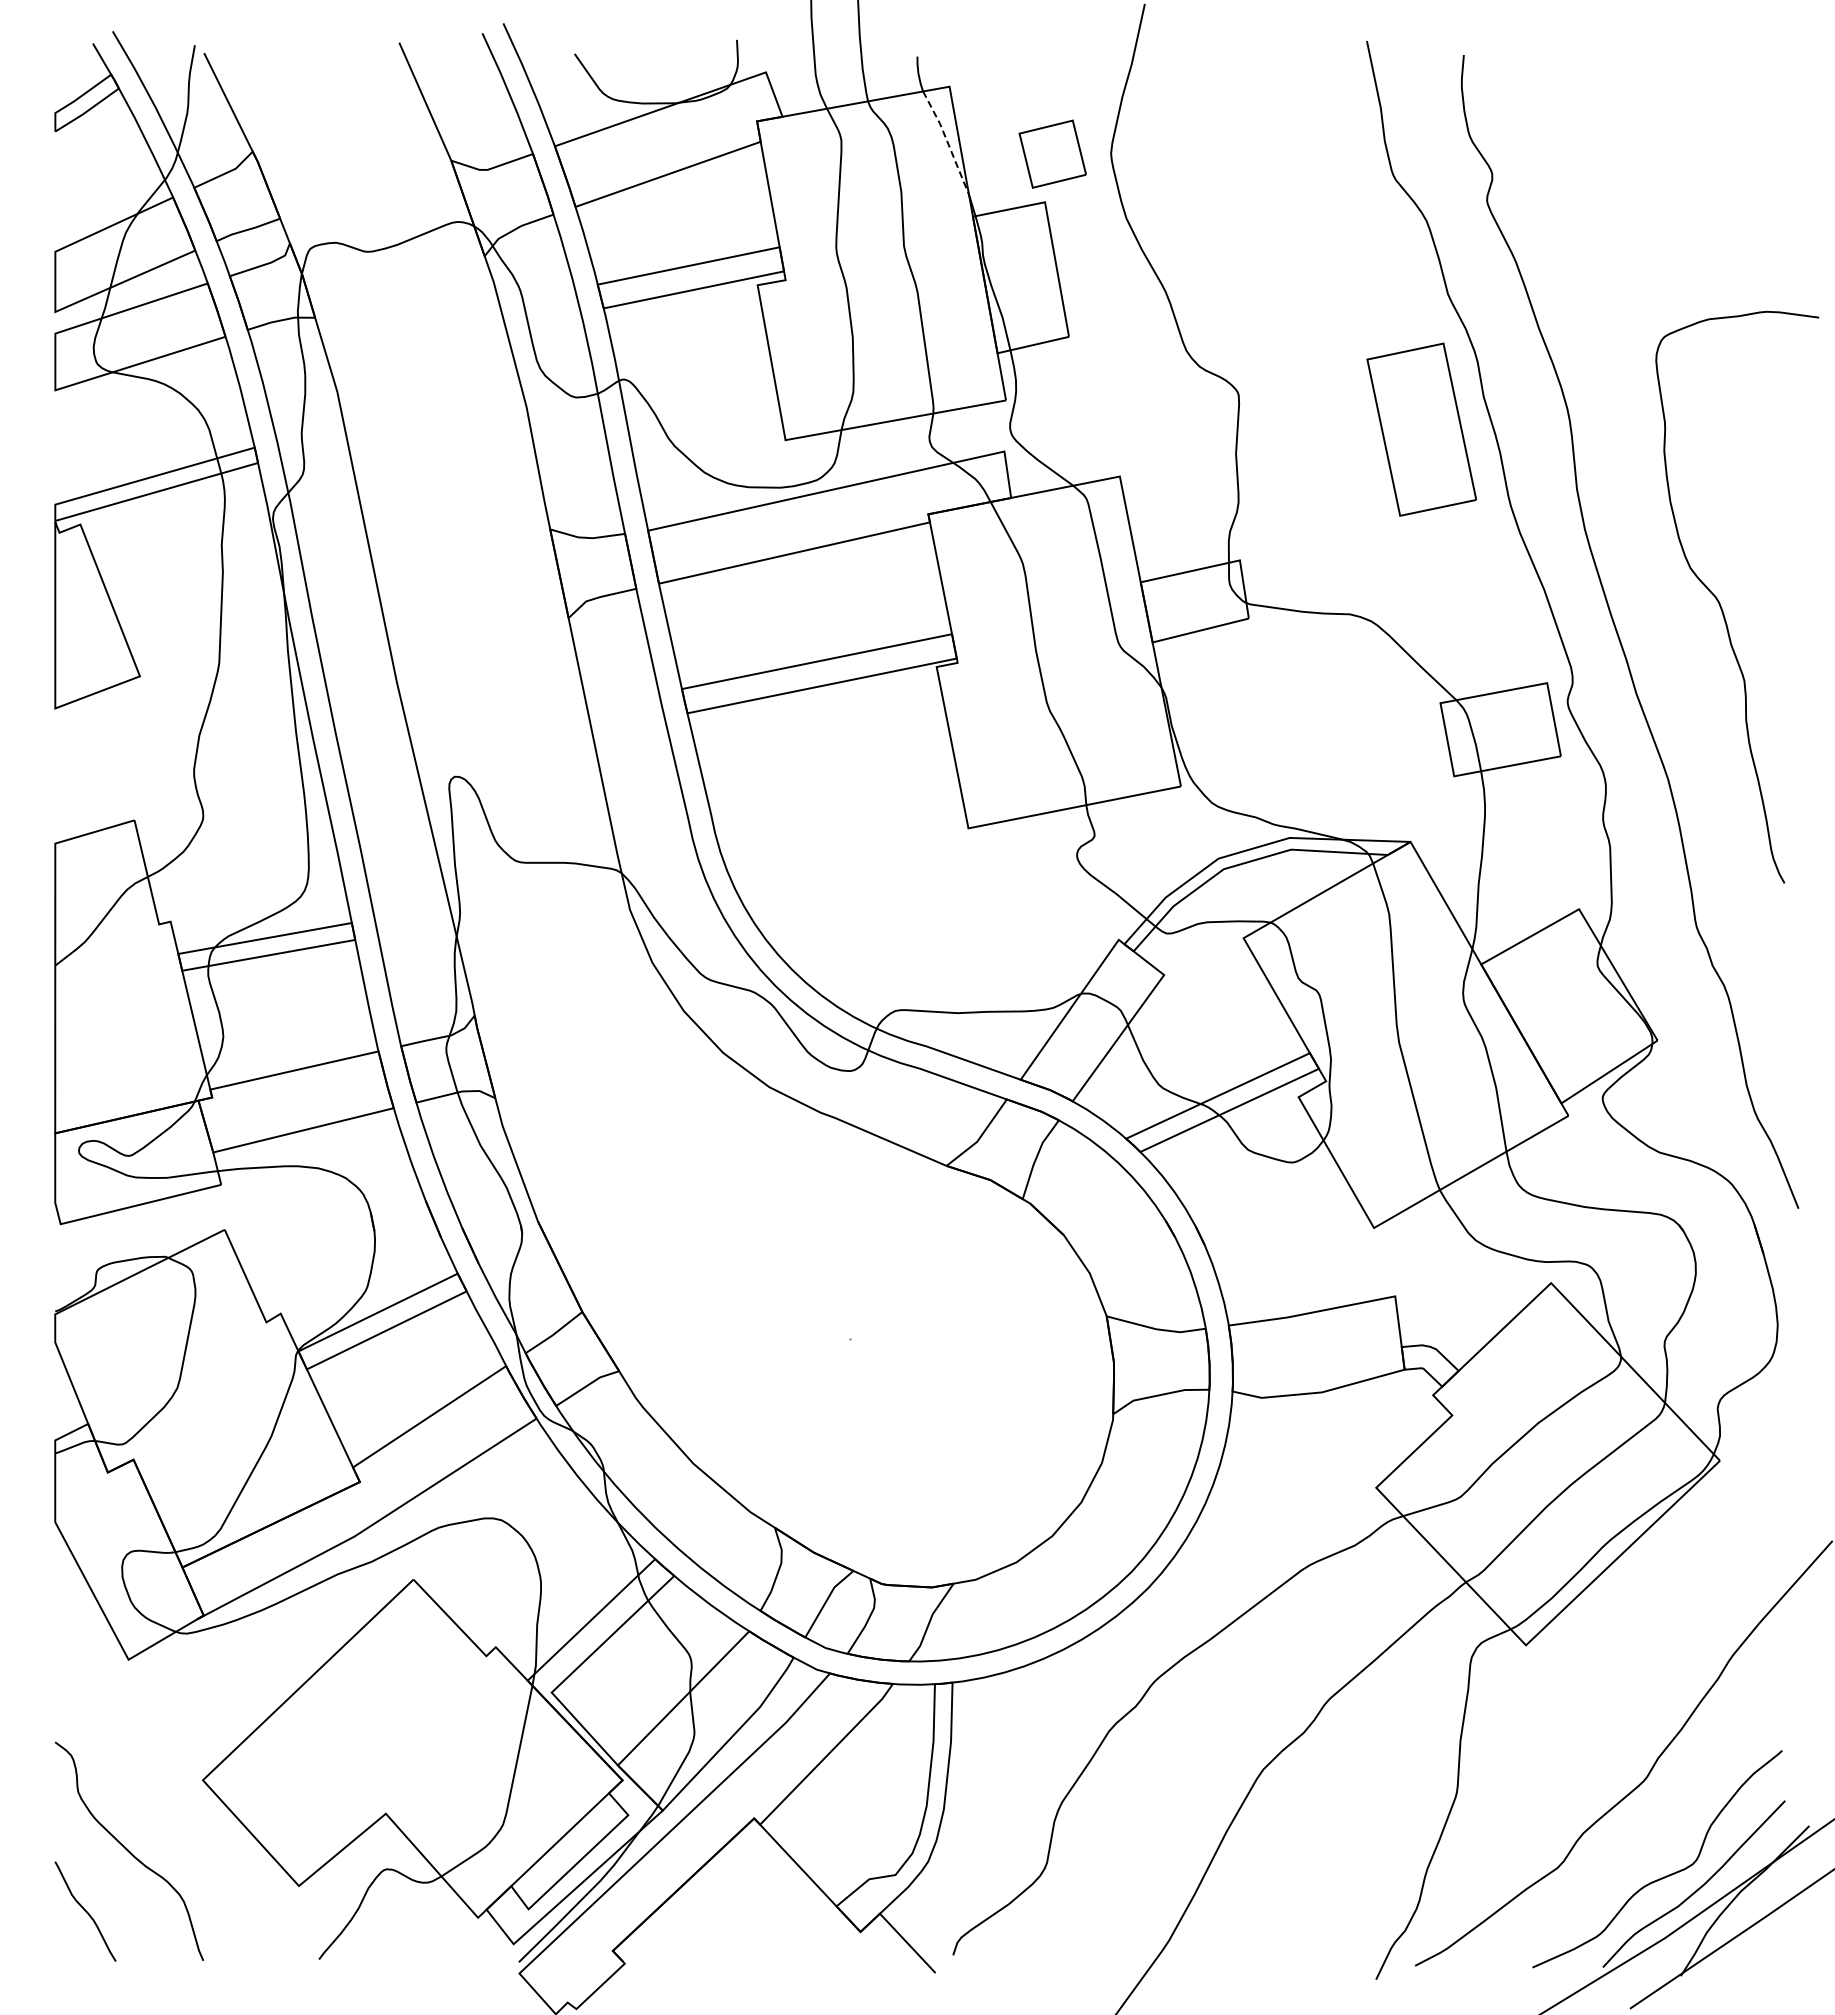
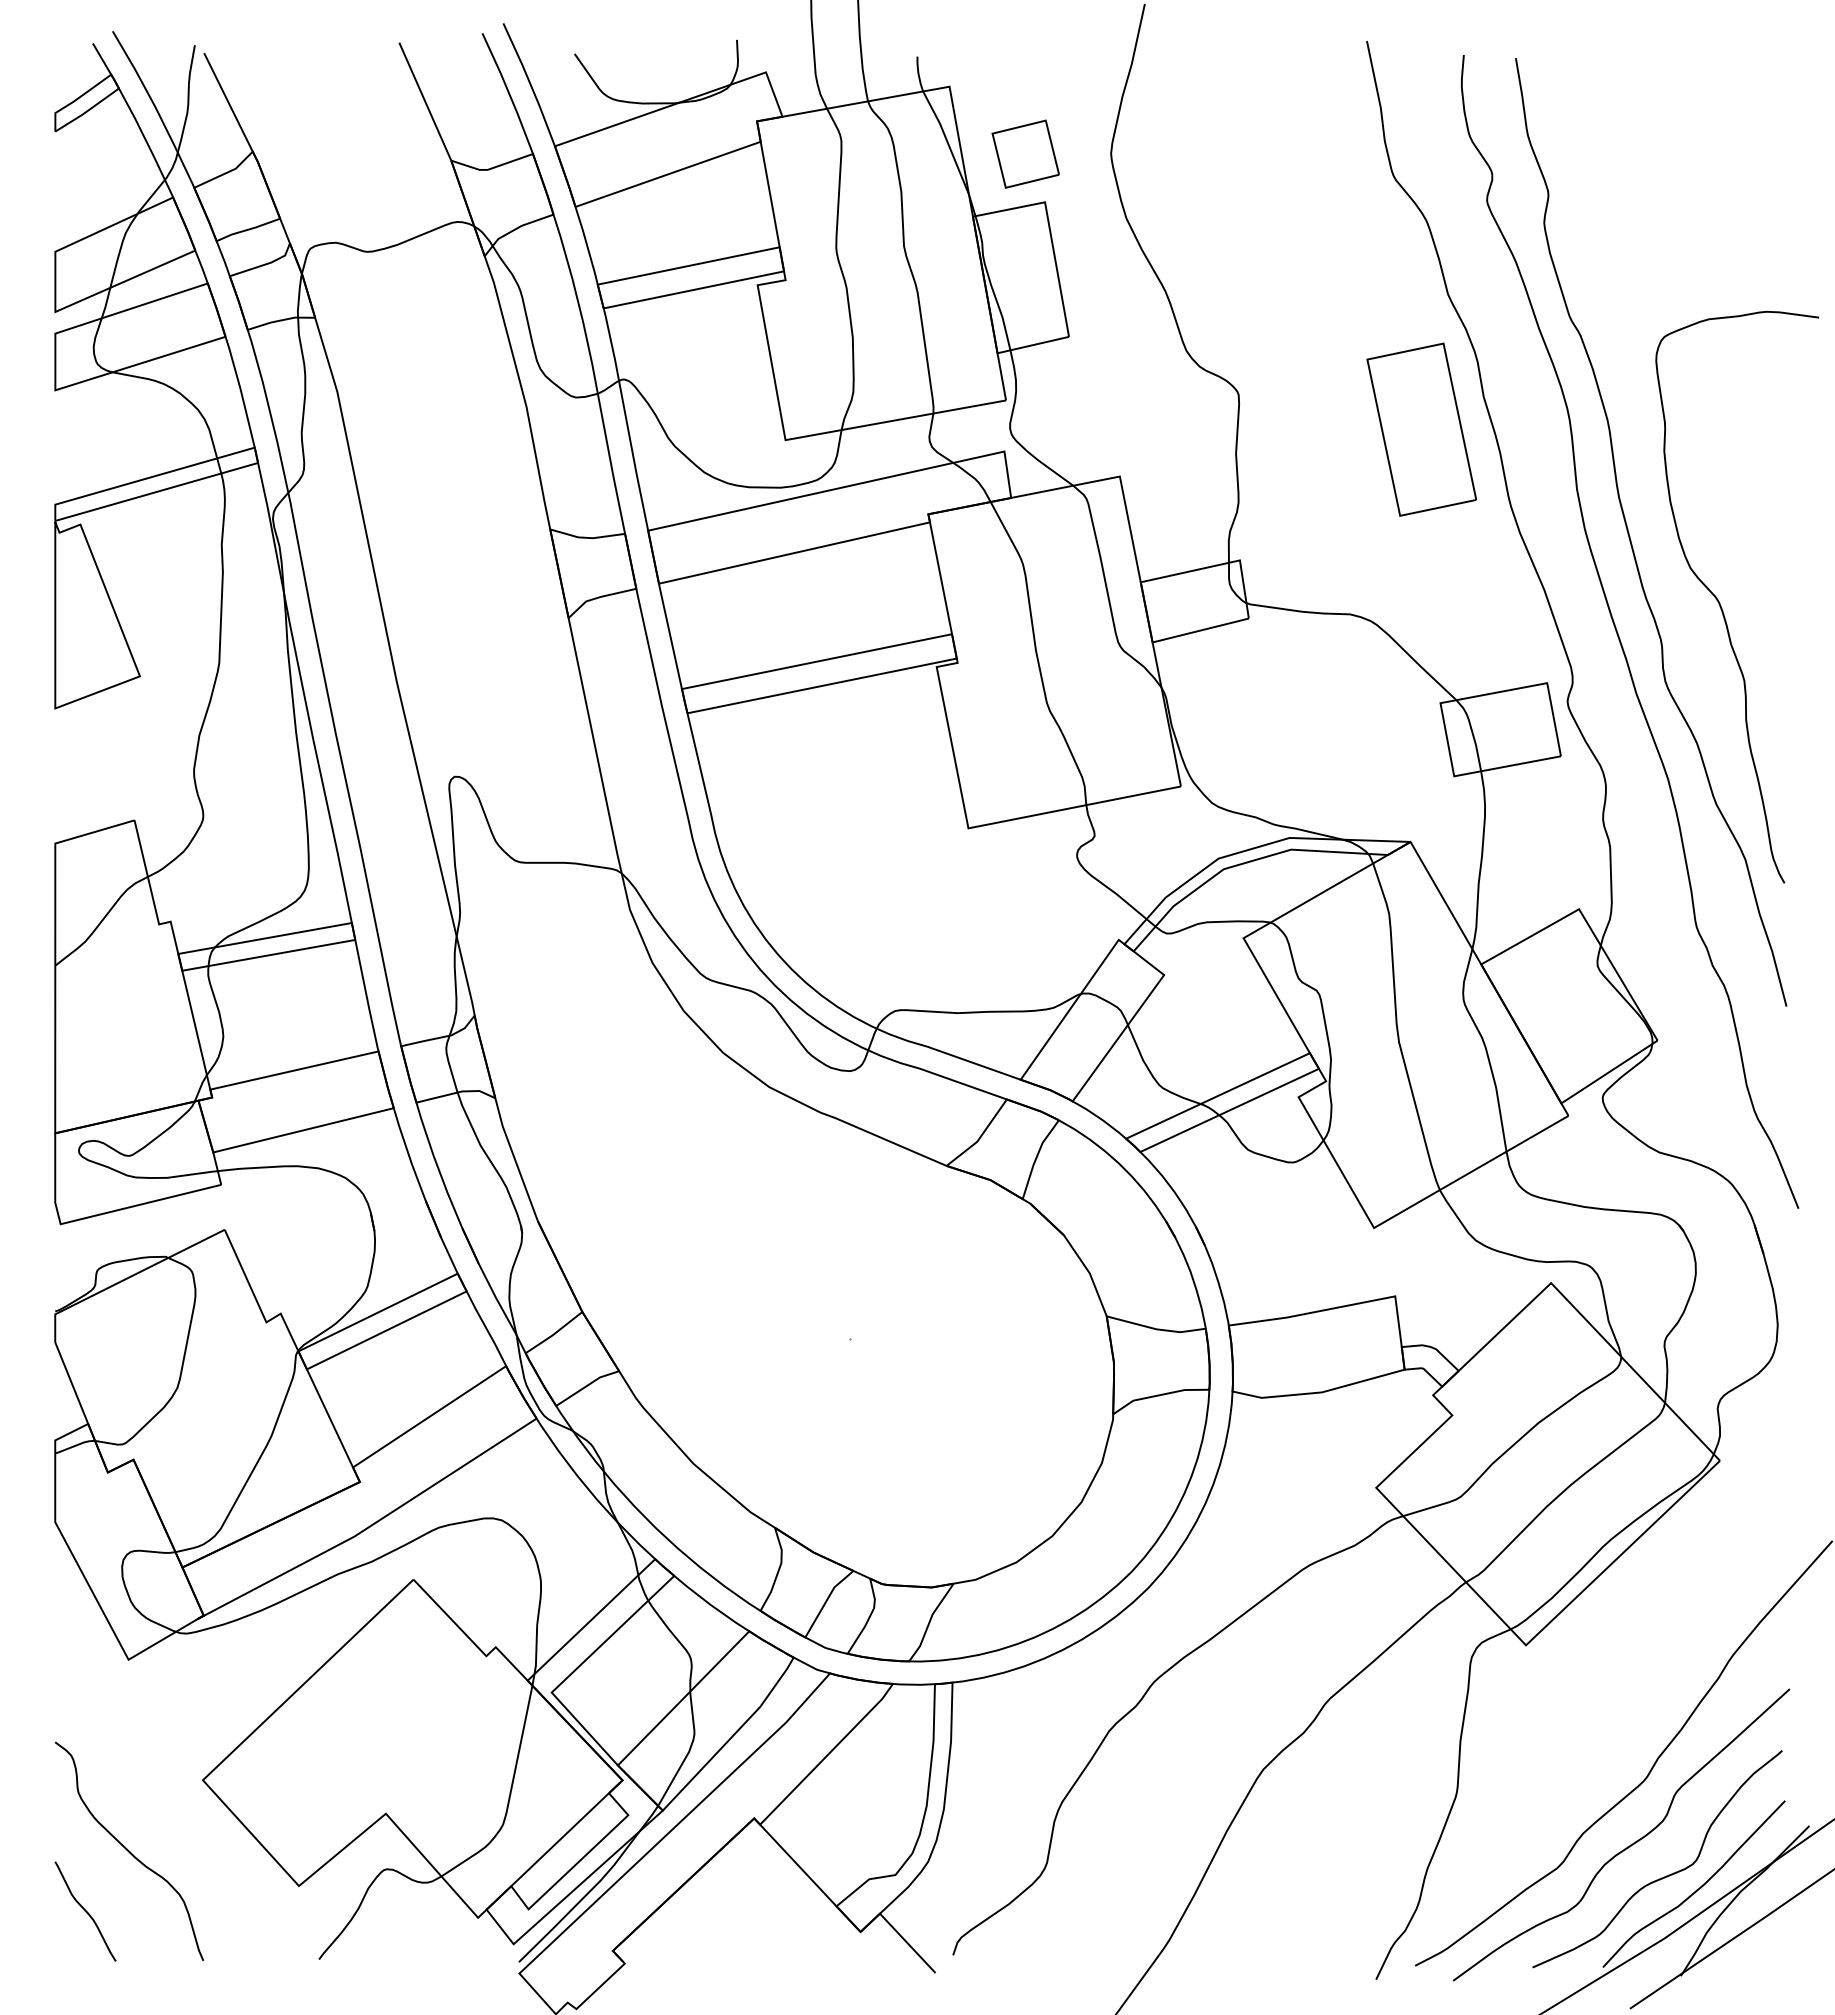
line at (947, 142): dashed -> solid
part at (1052, 153) position: (1052, 153) -> (1025, 153)
curve at (1630, 536): none -> present
curve at (1627, 1846): none -> present
